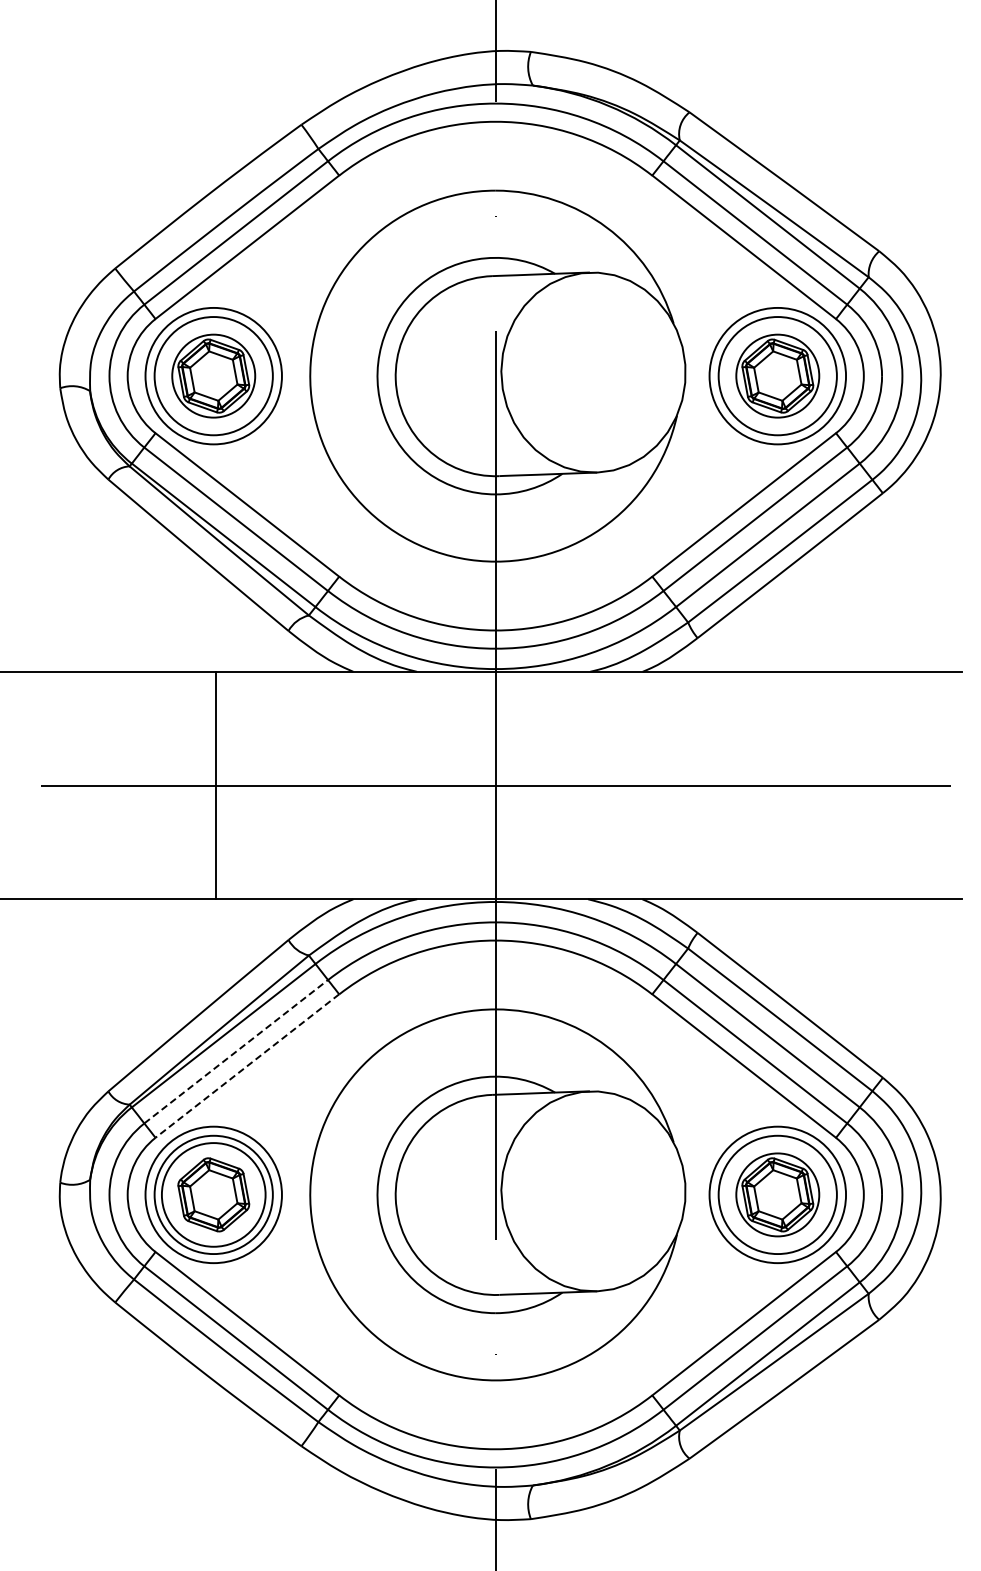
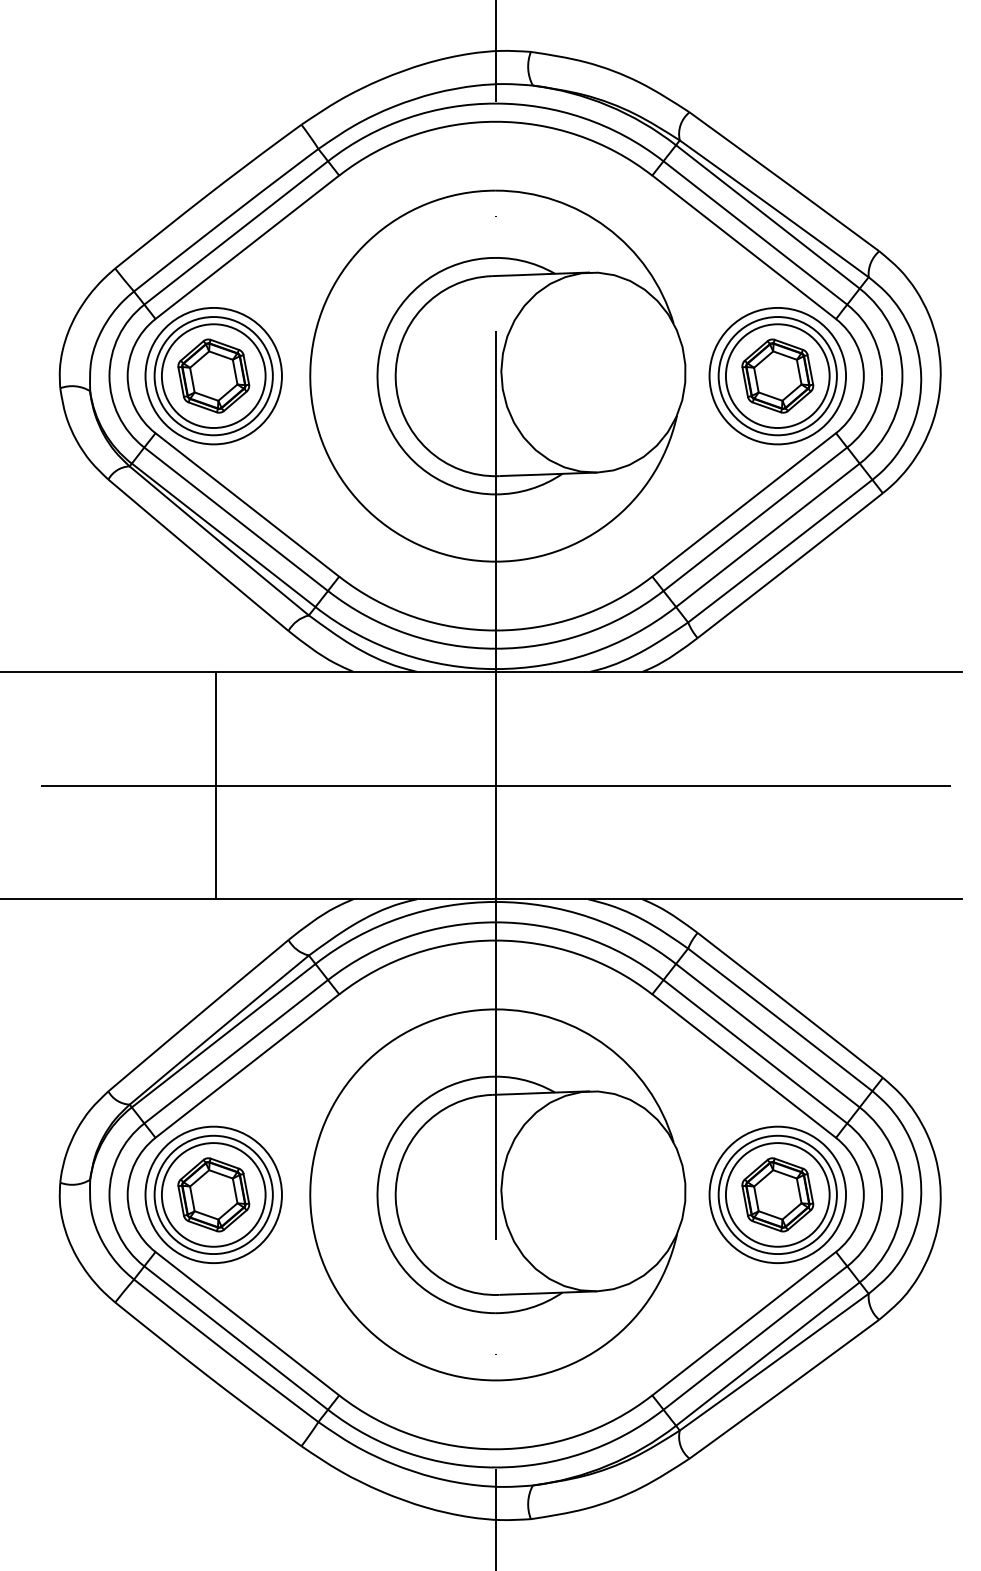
circle at (213, 375) diameter: 83 px -> 104 px
circle at (777, 375) diameter: 83 px -> 104 px
line at (236, 1051): dashed -> solid
line at (247, 1066): dashed -> solid
circle at (777, 1194) diameter: 83 px -> 104 px
